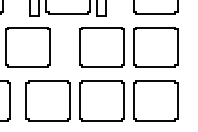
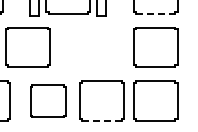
line at (155, 13): solid -> dashed
part at (101, 47): present -> none
part at (47, 100) size: 46x42 px -> 37x34 px
line at (101, 120): solid -> dashed
